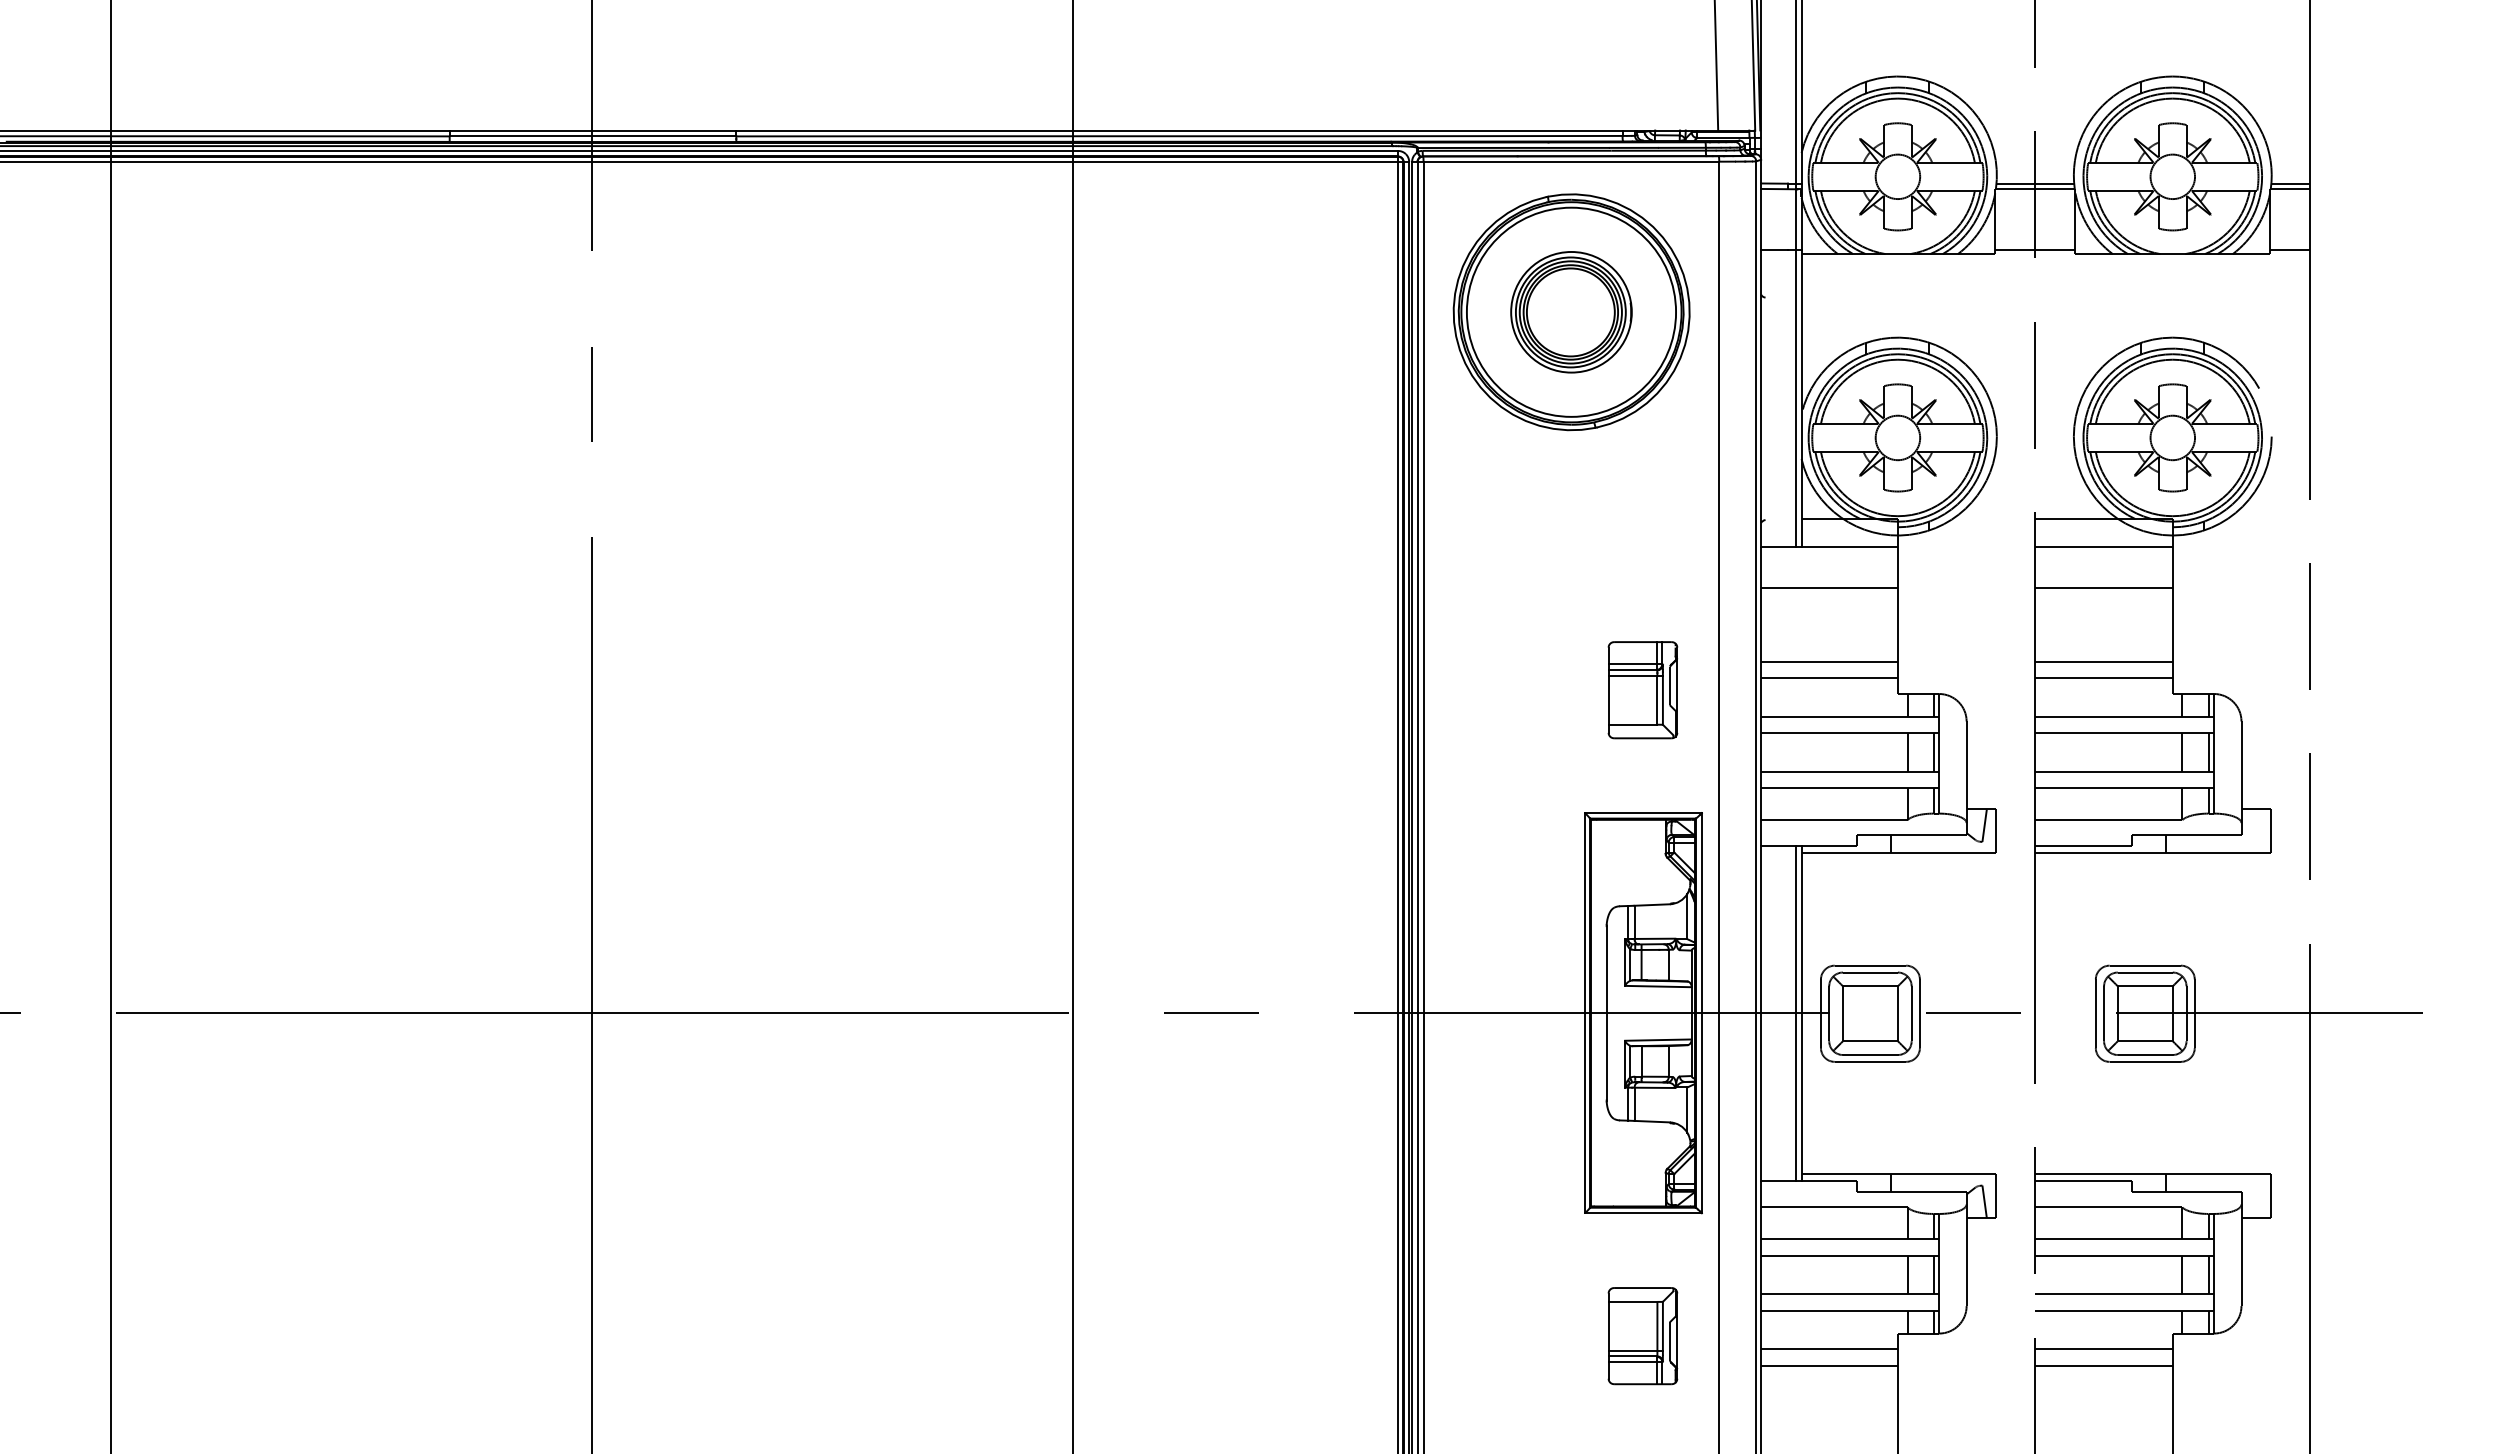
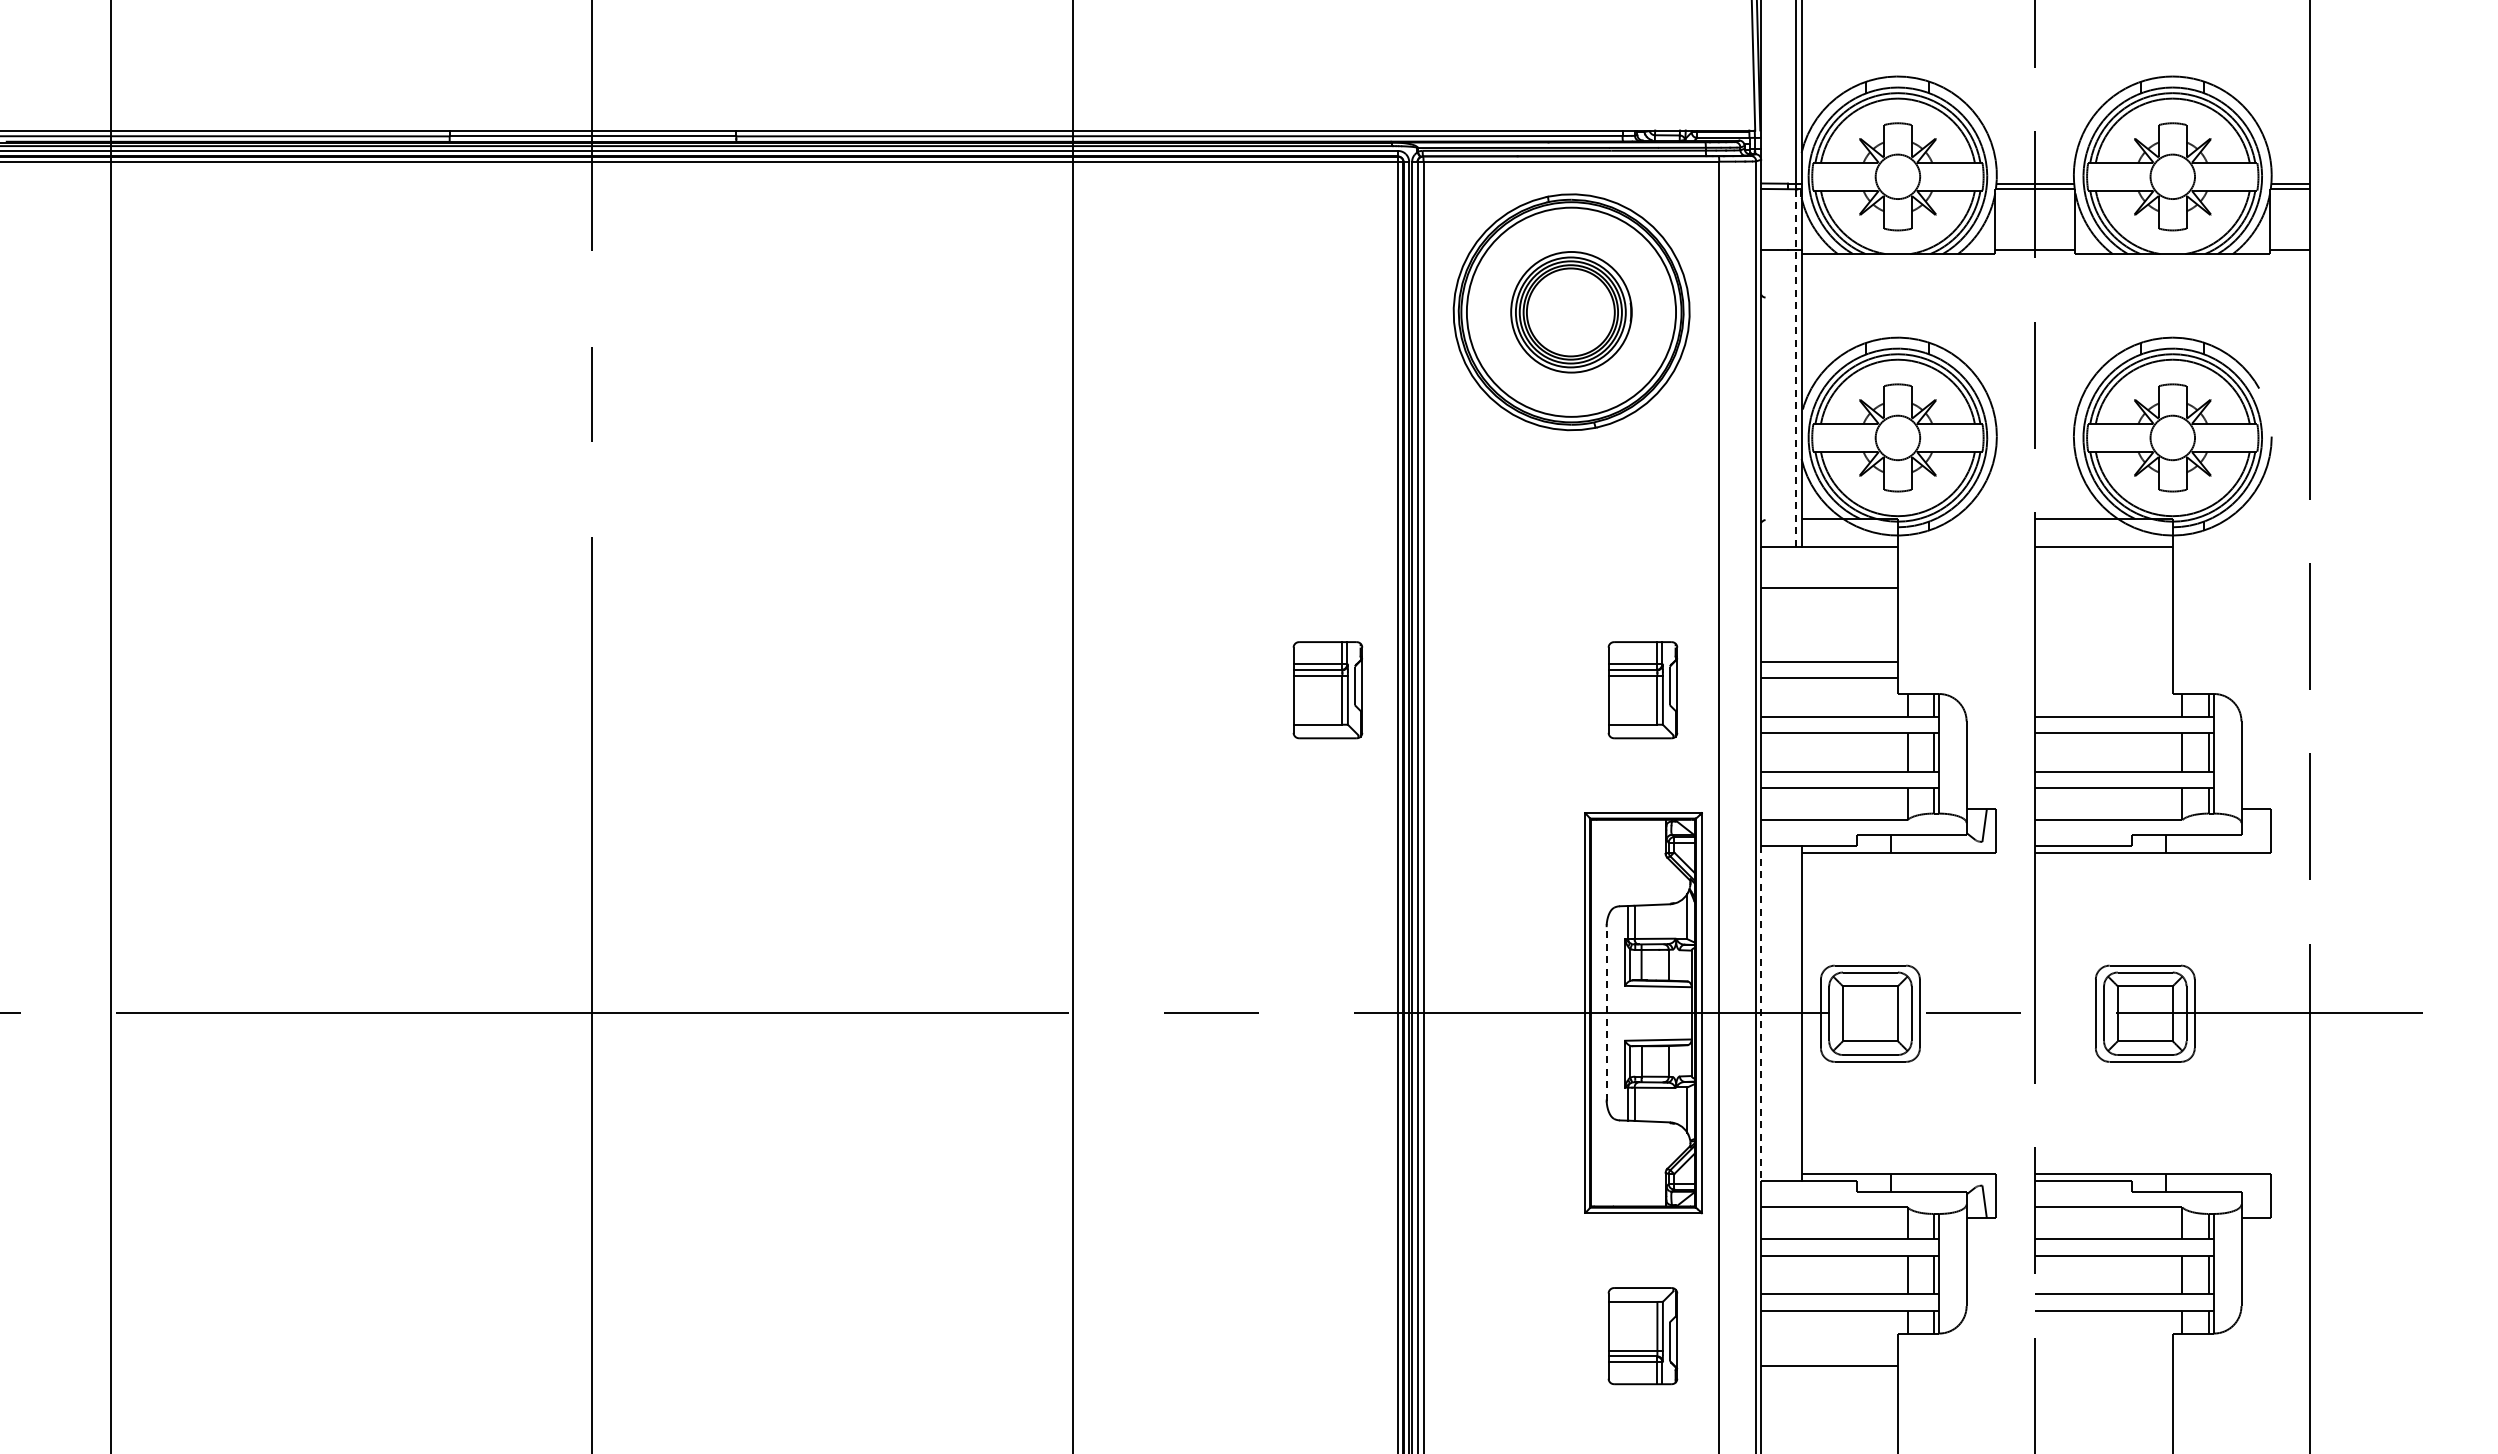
line at (1716, 66): present -> none
line at (1796, 367): solid -> dashed
line at (2103, 587): present -> none
line at (2103, 661): present -> none
line at (2103, 678): present -> none
part at (1327, 690): none -> present
line at (1606, 1012): solid -> dashed
line at (1761, 1013): solid -> dashed
line at (1796, 1013): present -> none
line at (1828, 1349): present -> none
line at (2103, 1349): present -> none
line at (2103, 1365): present -> none
